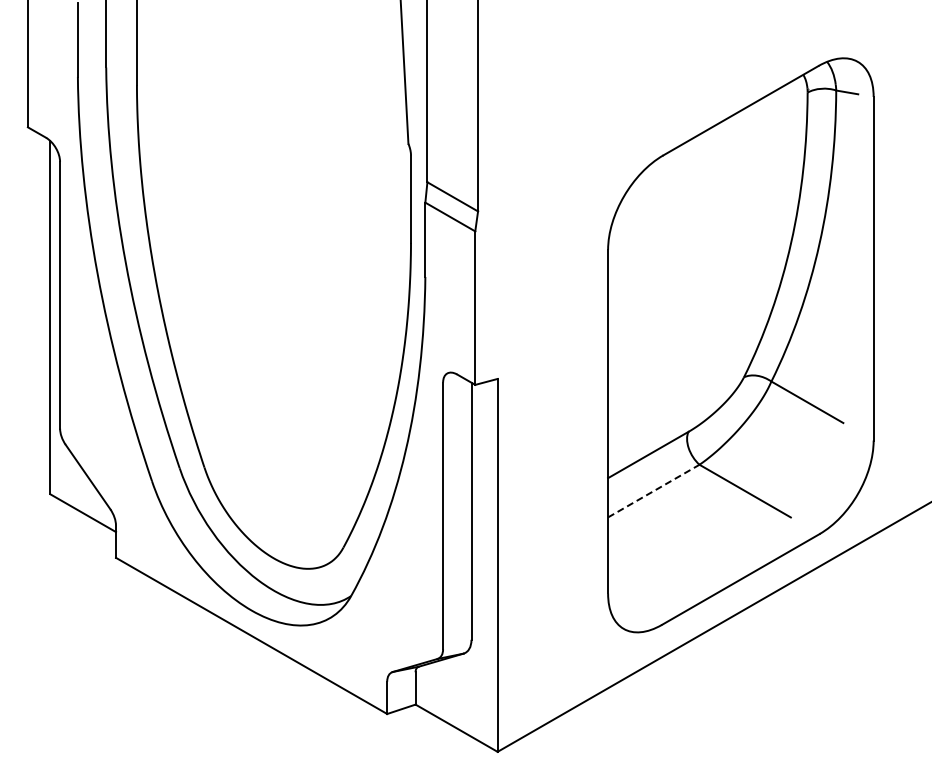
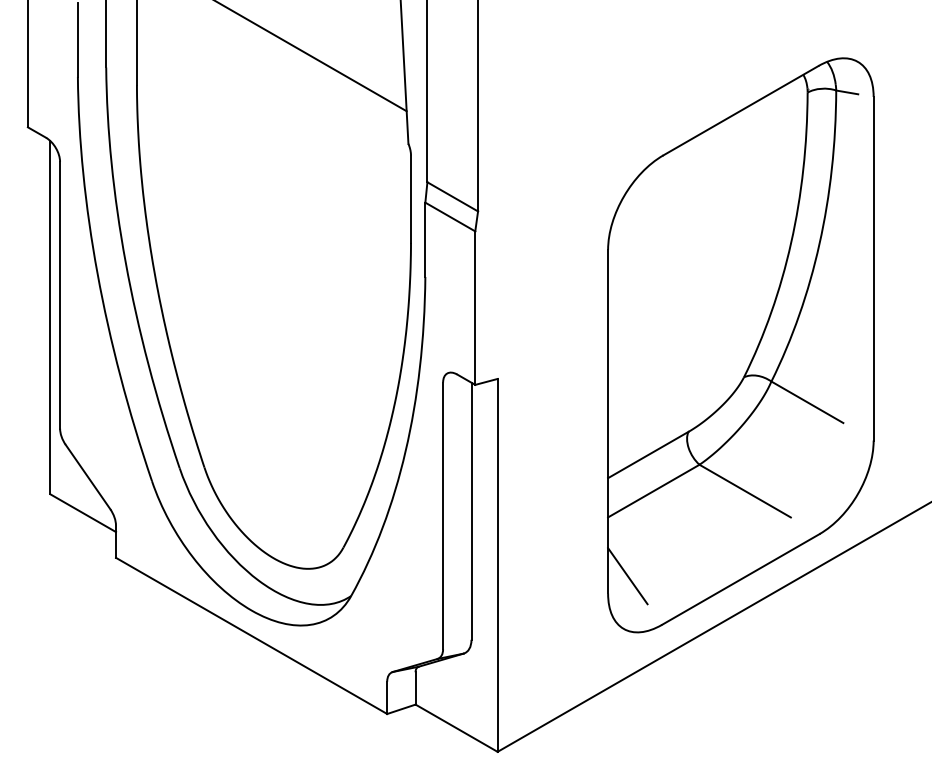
line at (311, 56): none -> present
line at (653, 491): dashed -> solid
line at (627, 576): none -> present
